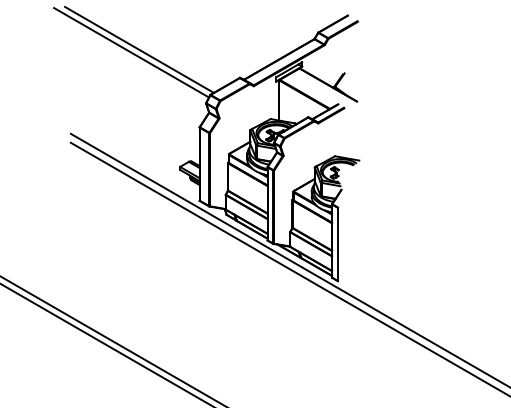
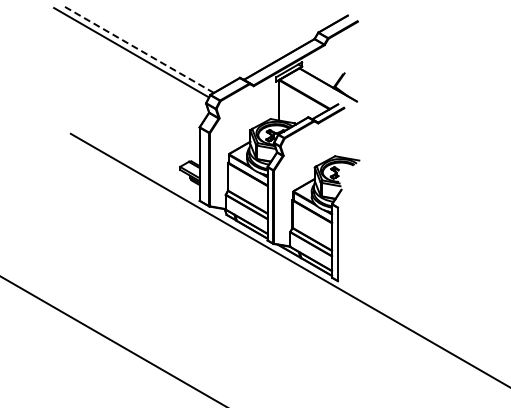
line at (139, 49): solid -> dashed
line at (288, 268): present -> none
line at (105, 344): present -> none
